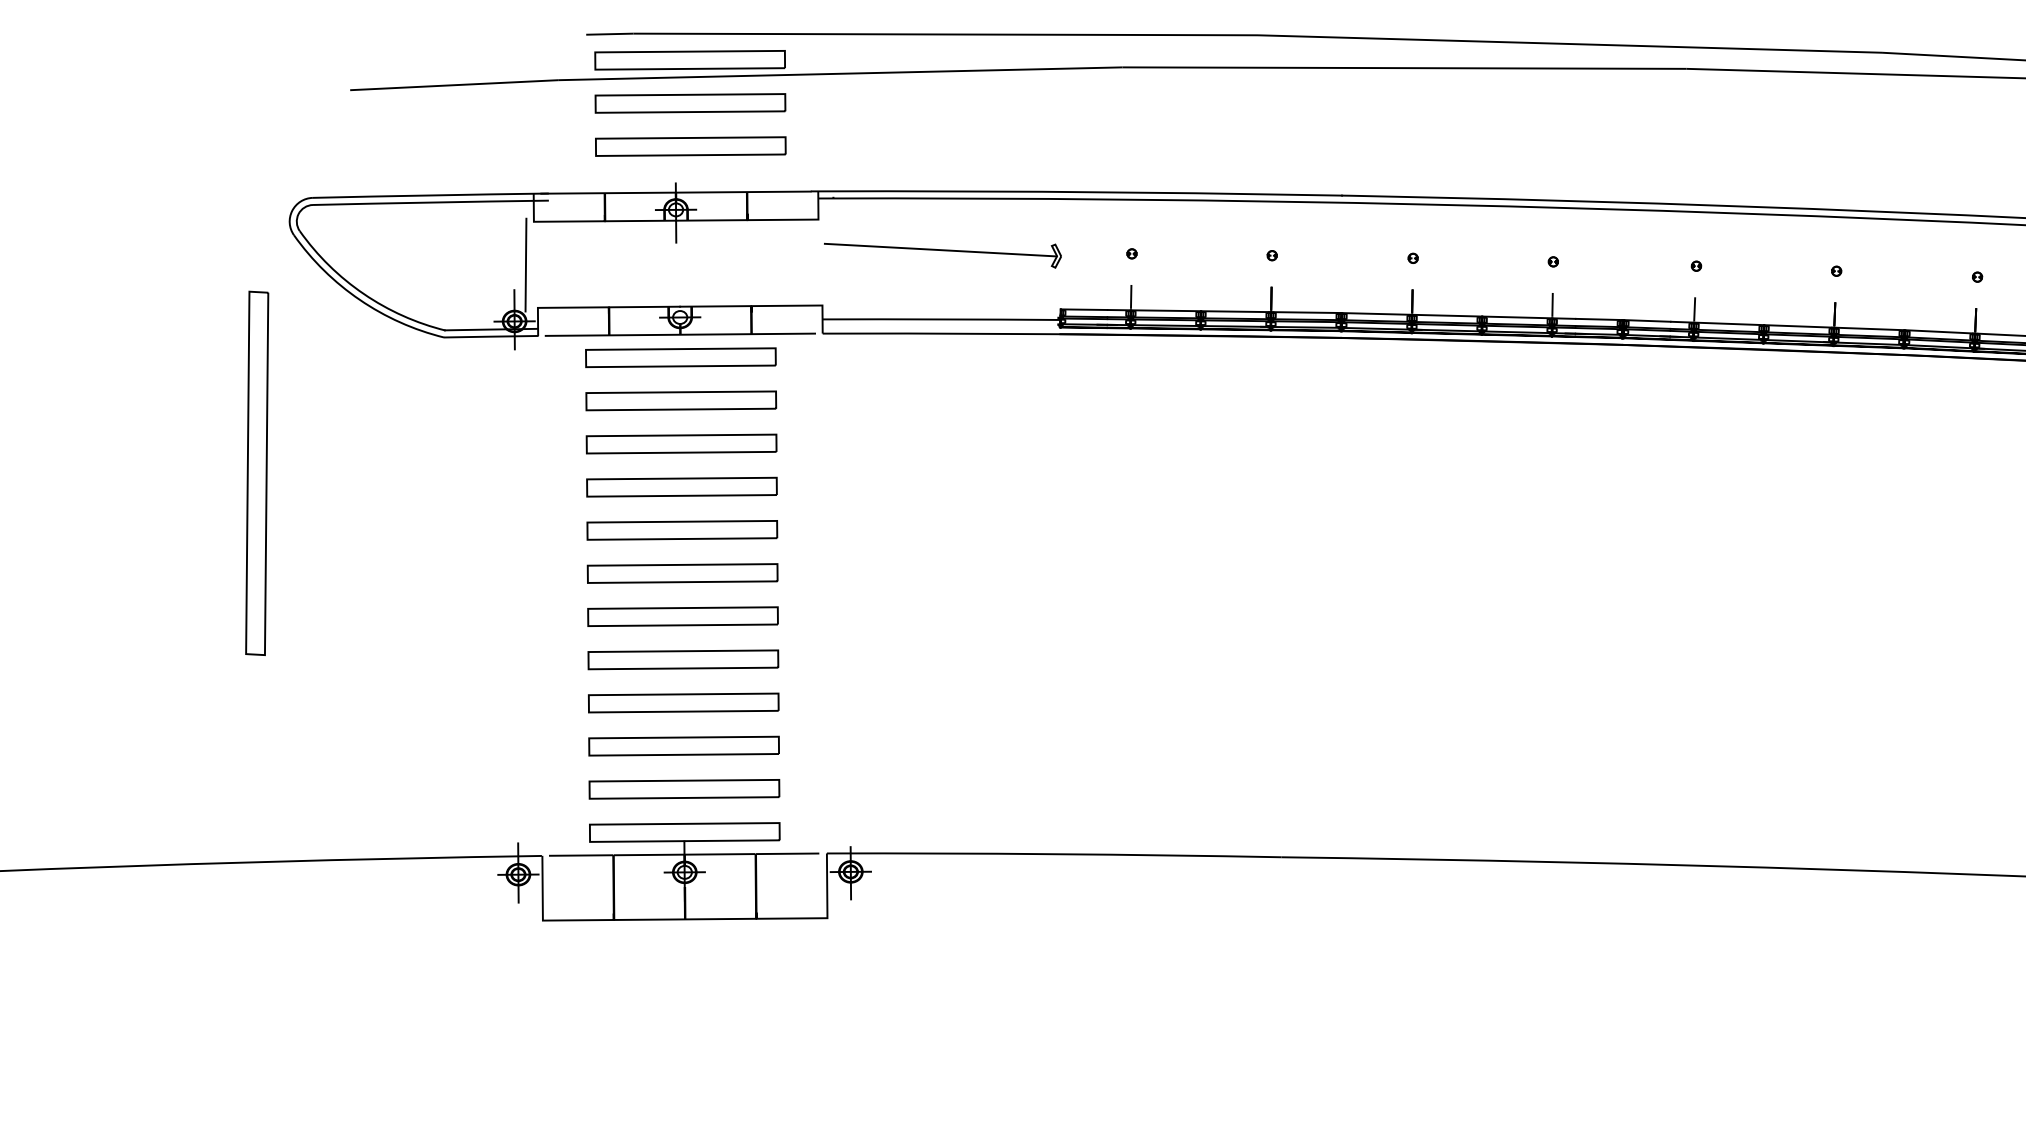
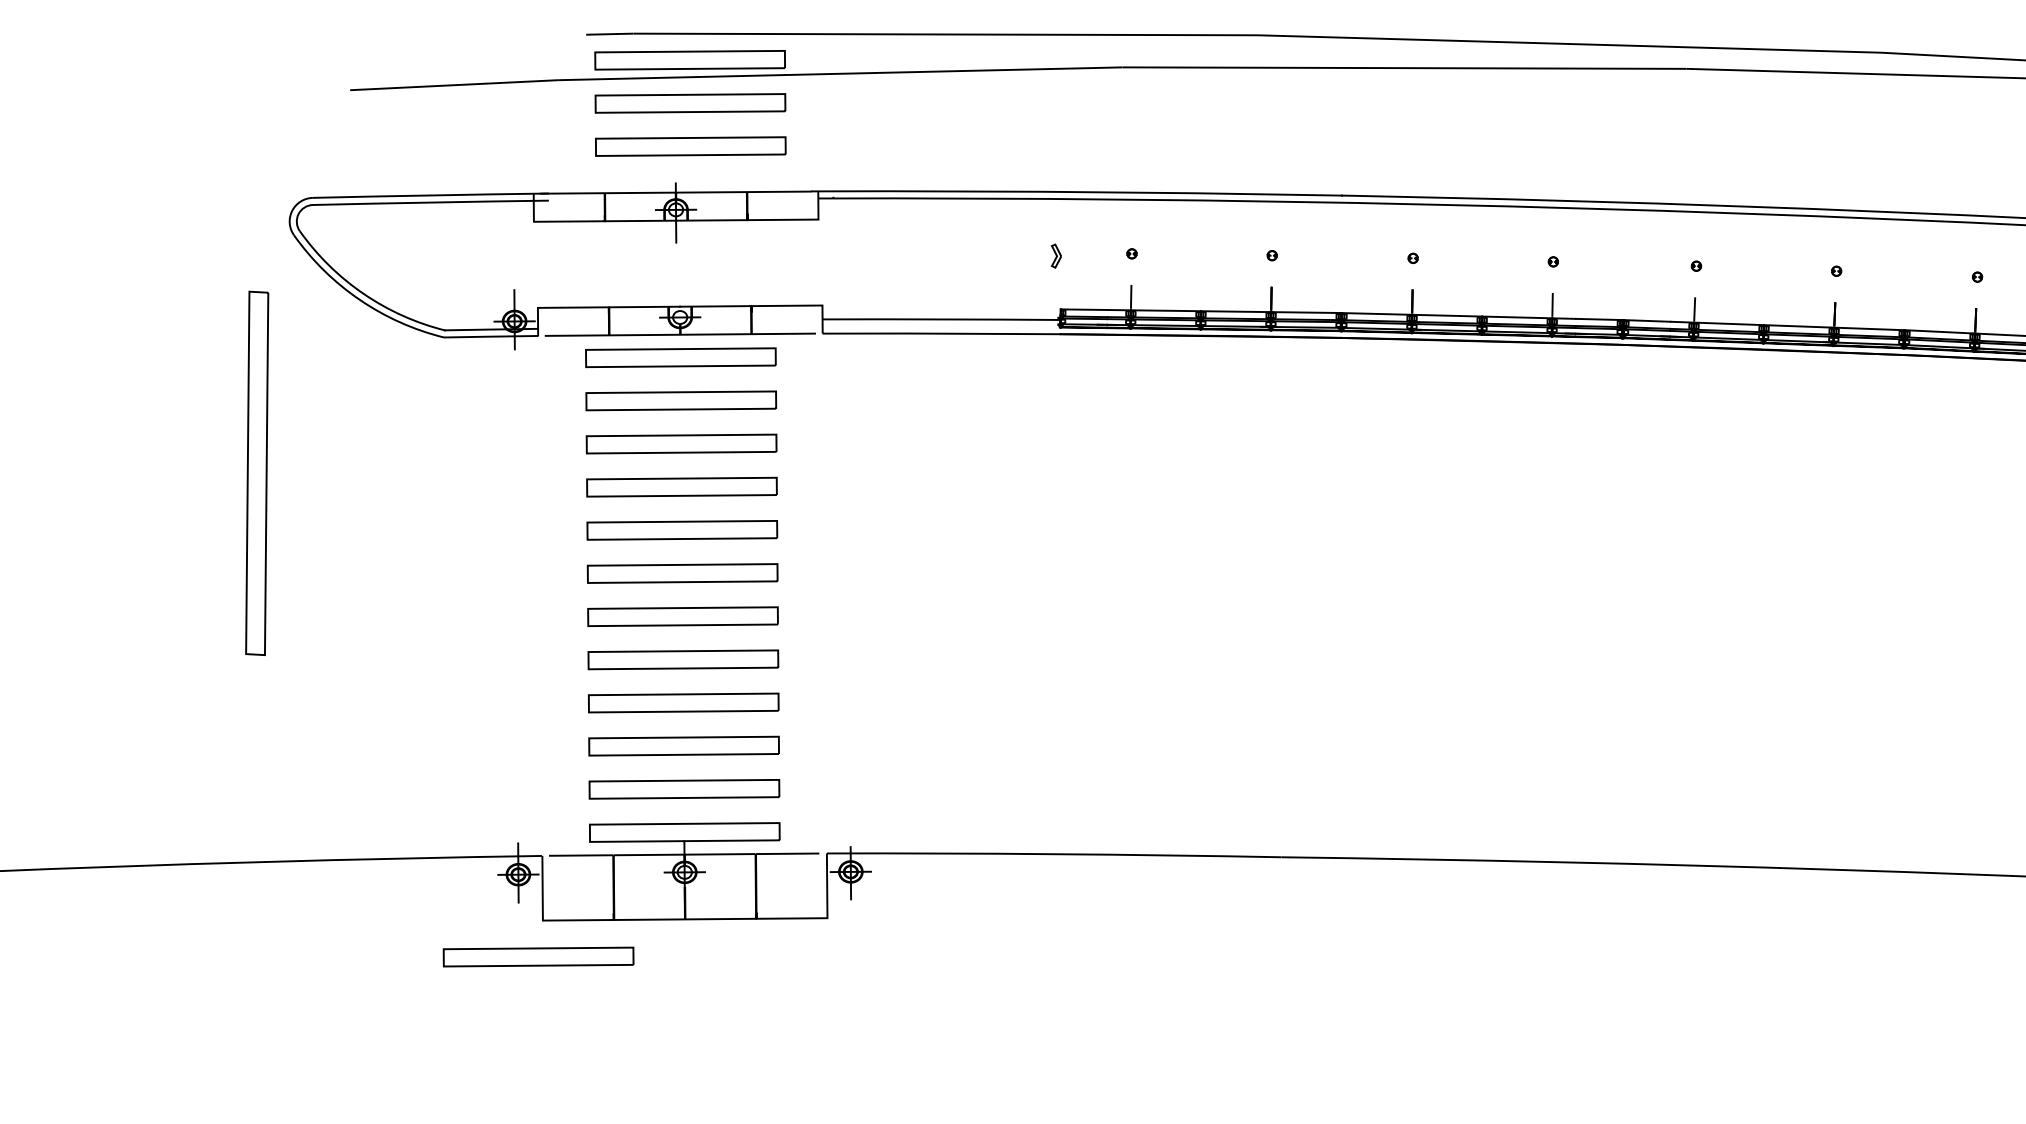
line at (940, 249): present -> none
line at (525, 264): present -> none
part at (538, 956): none -> present
